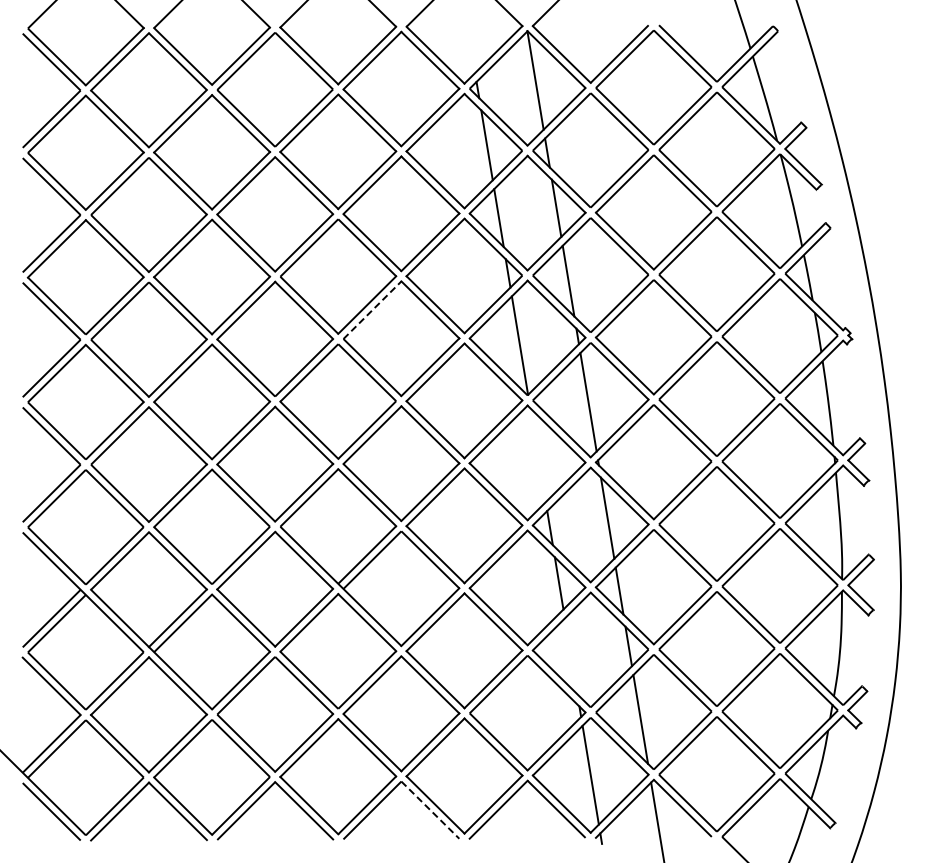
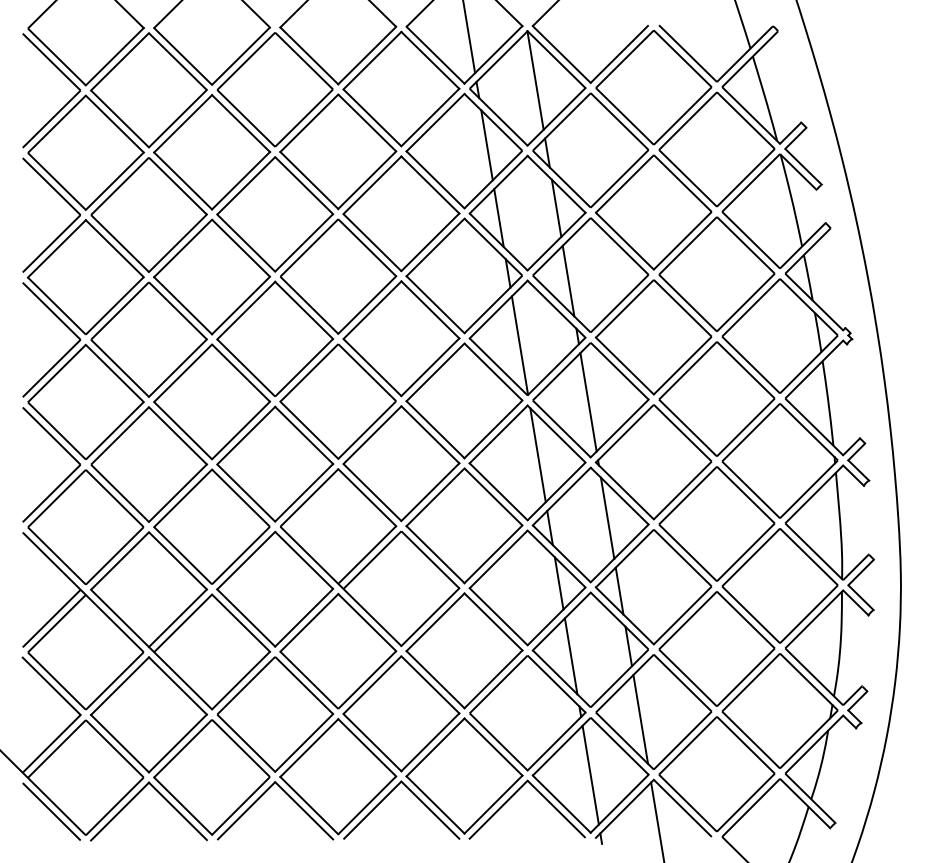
line at (469, 37): none -> present
line at (372, 310): dashed -> solid
line at (537, 455): none -> present
line at (570, 656): none -> present
line at (430, 810): dashed -> solid
